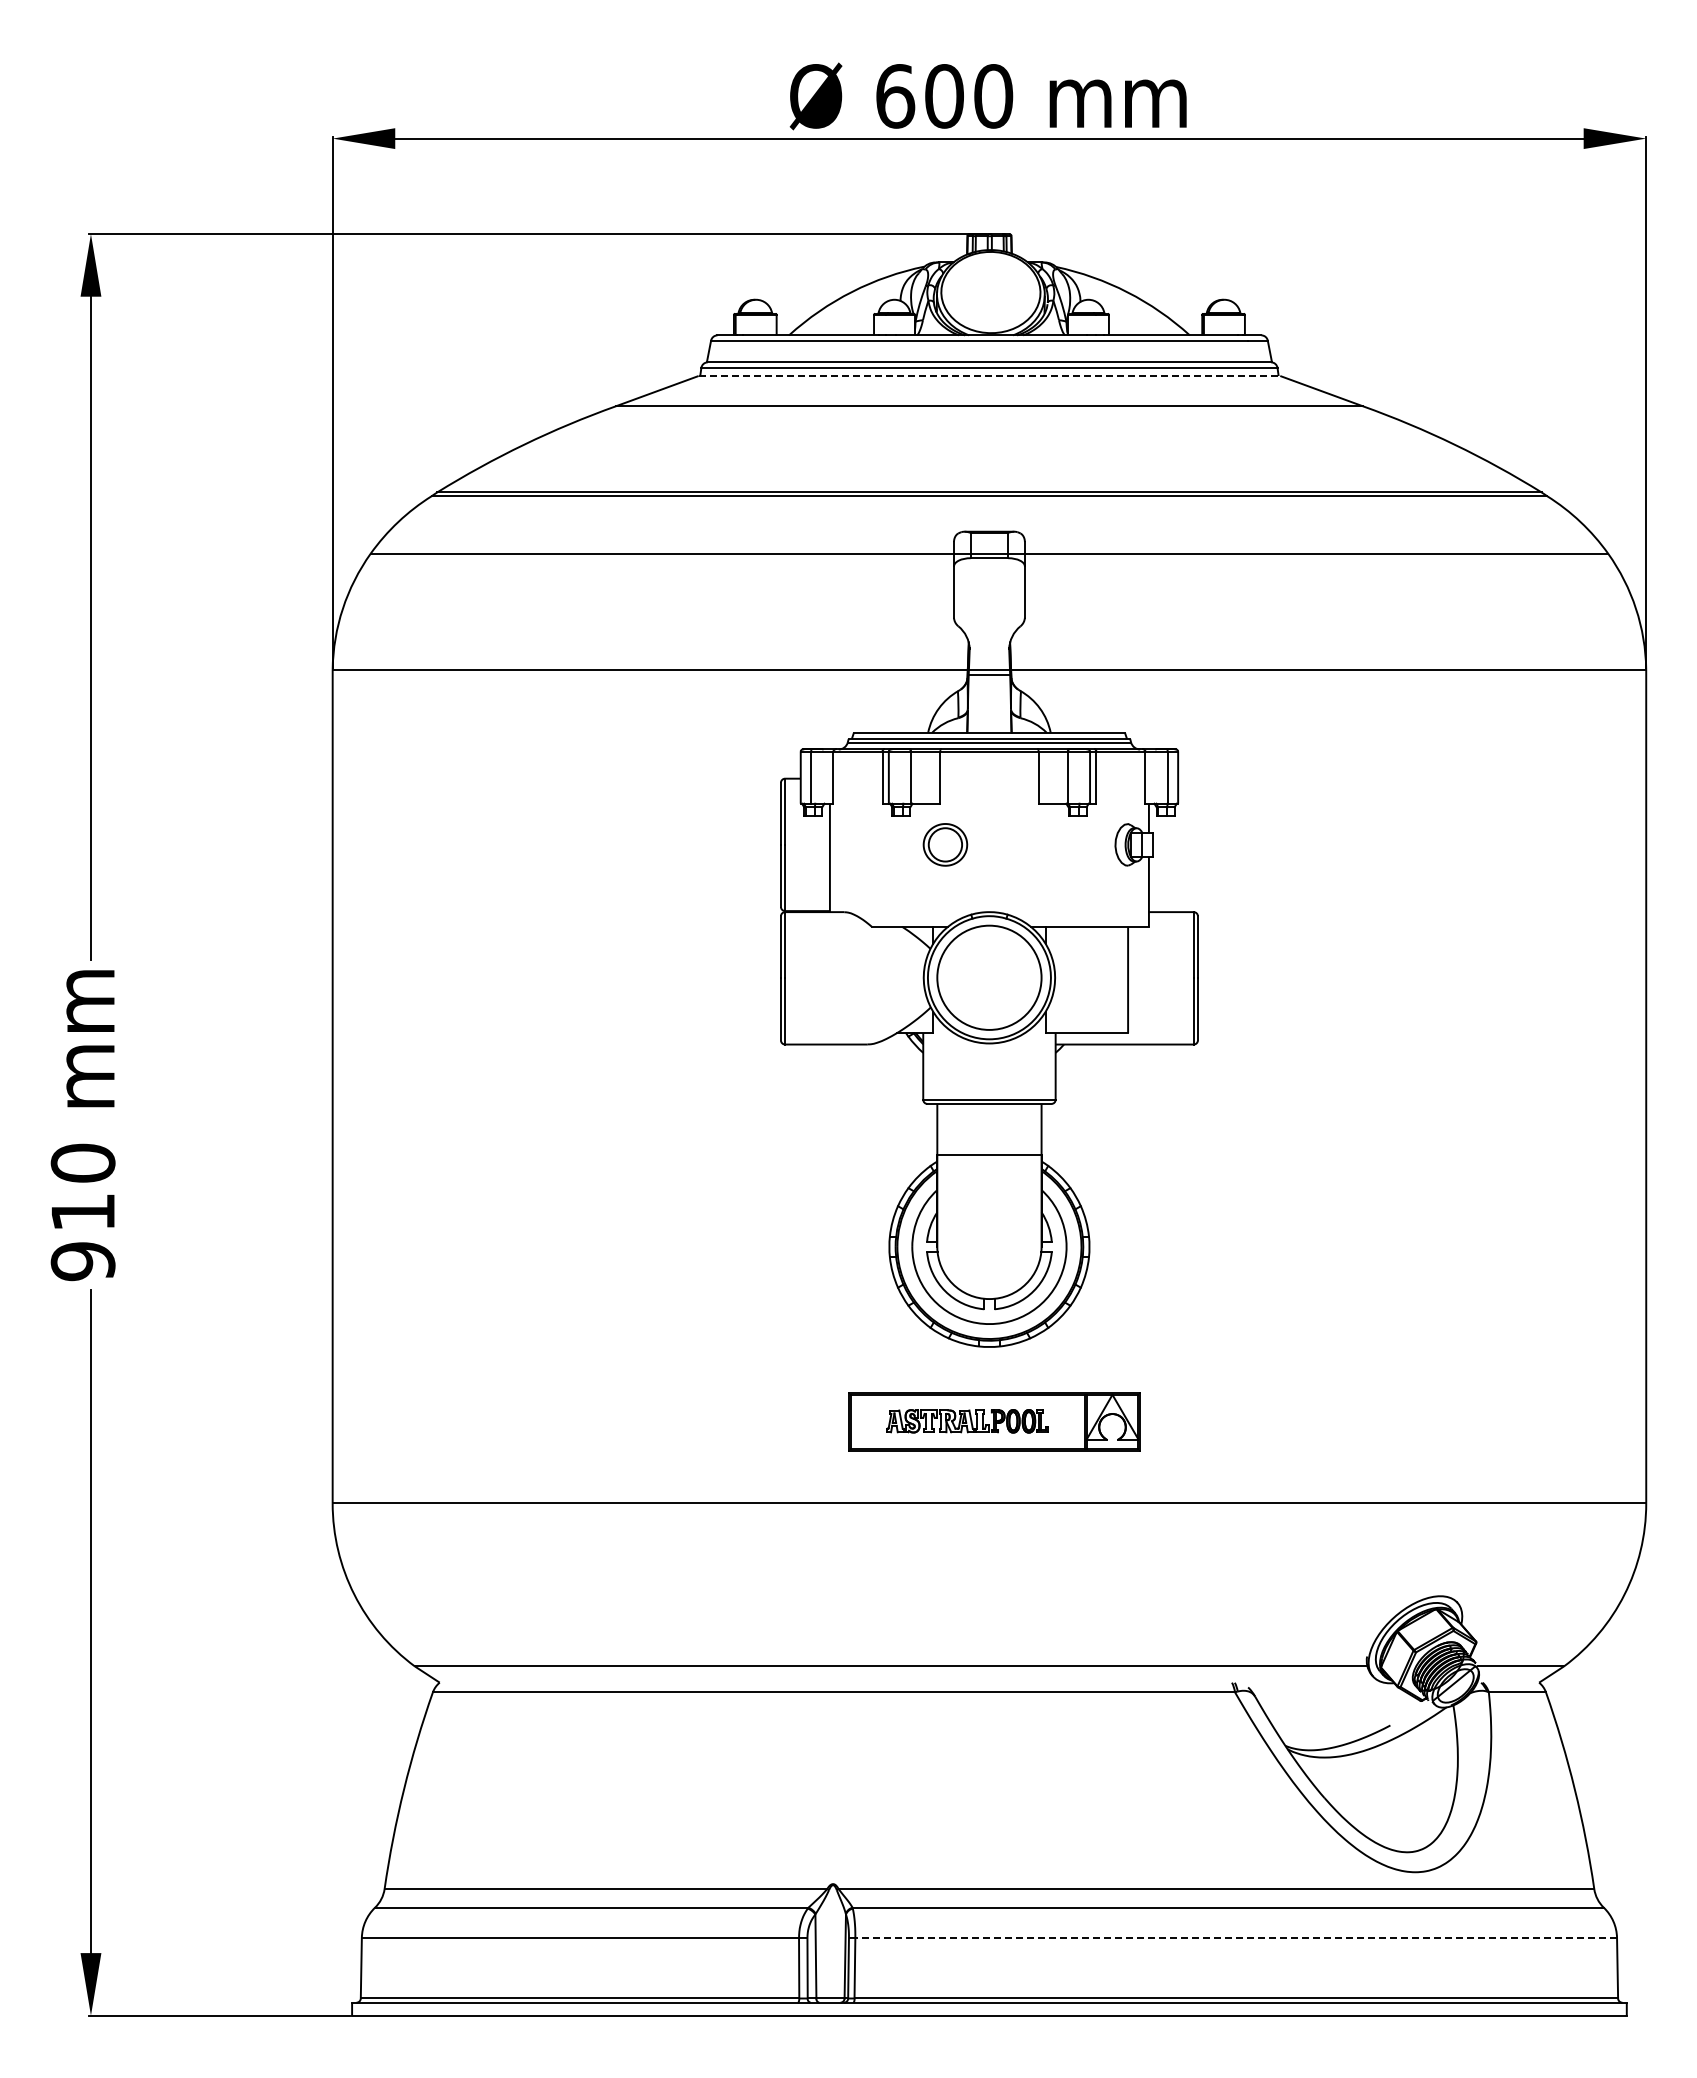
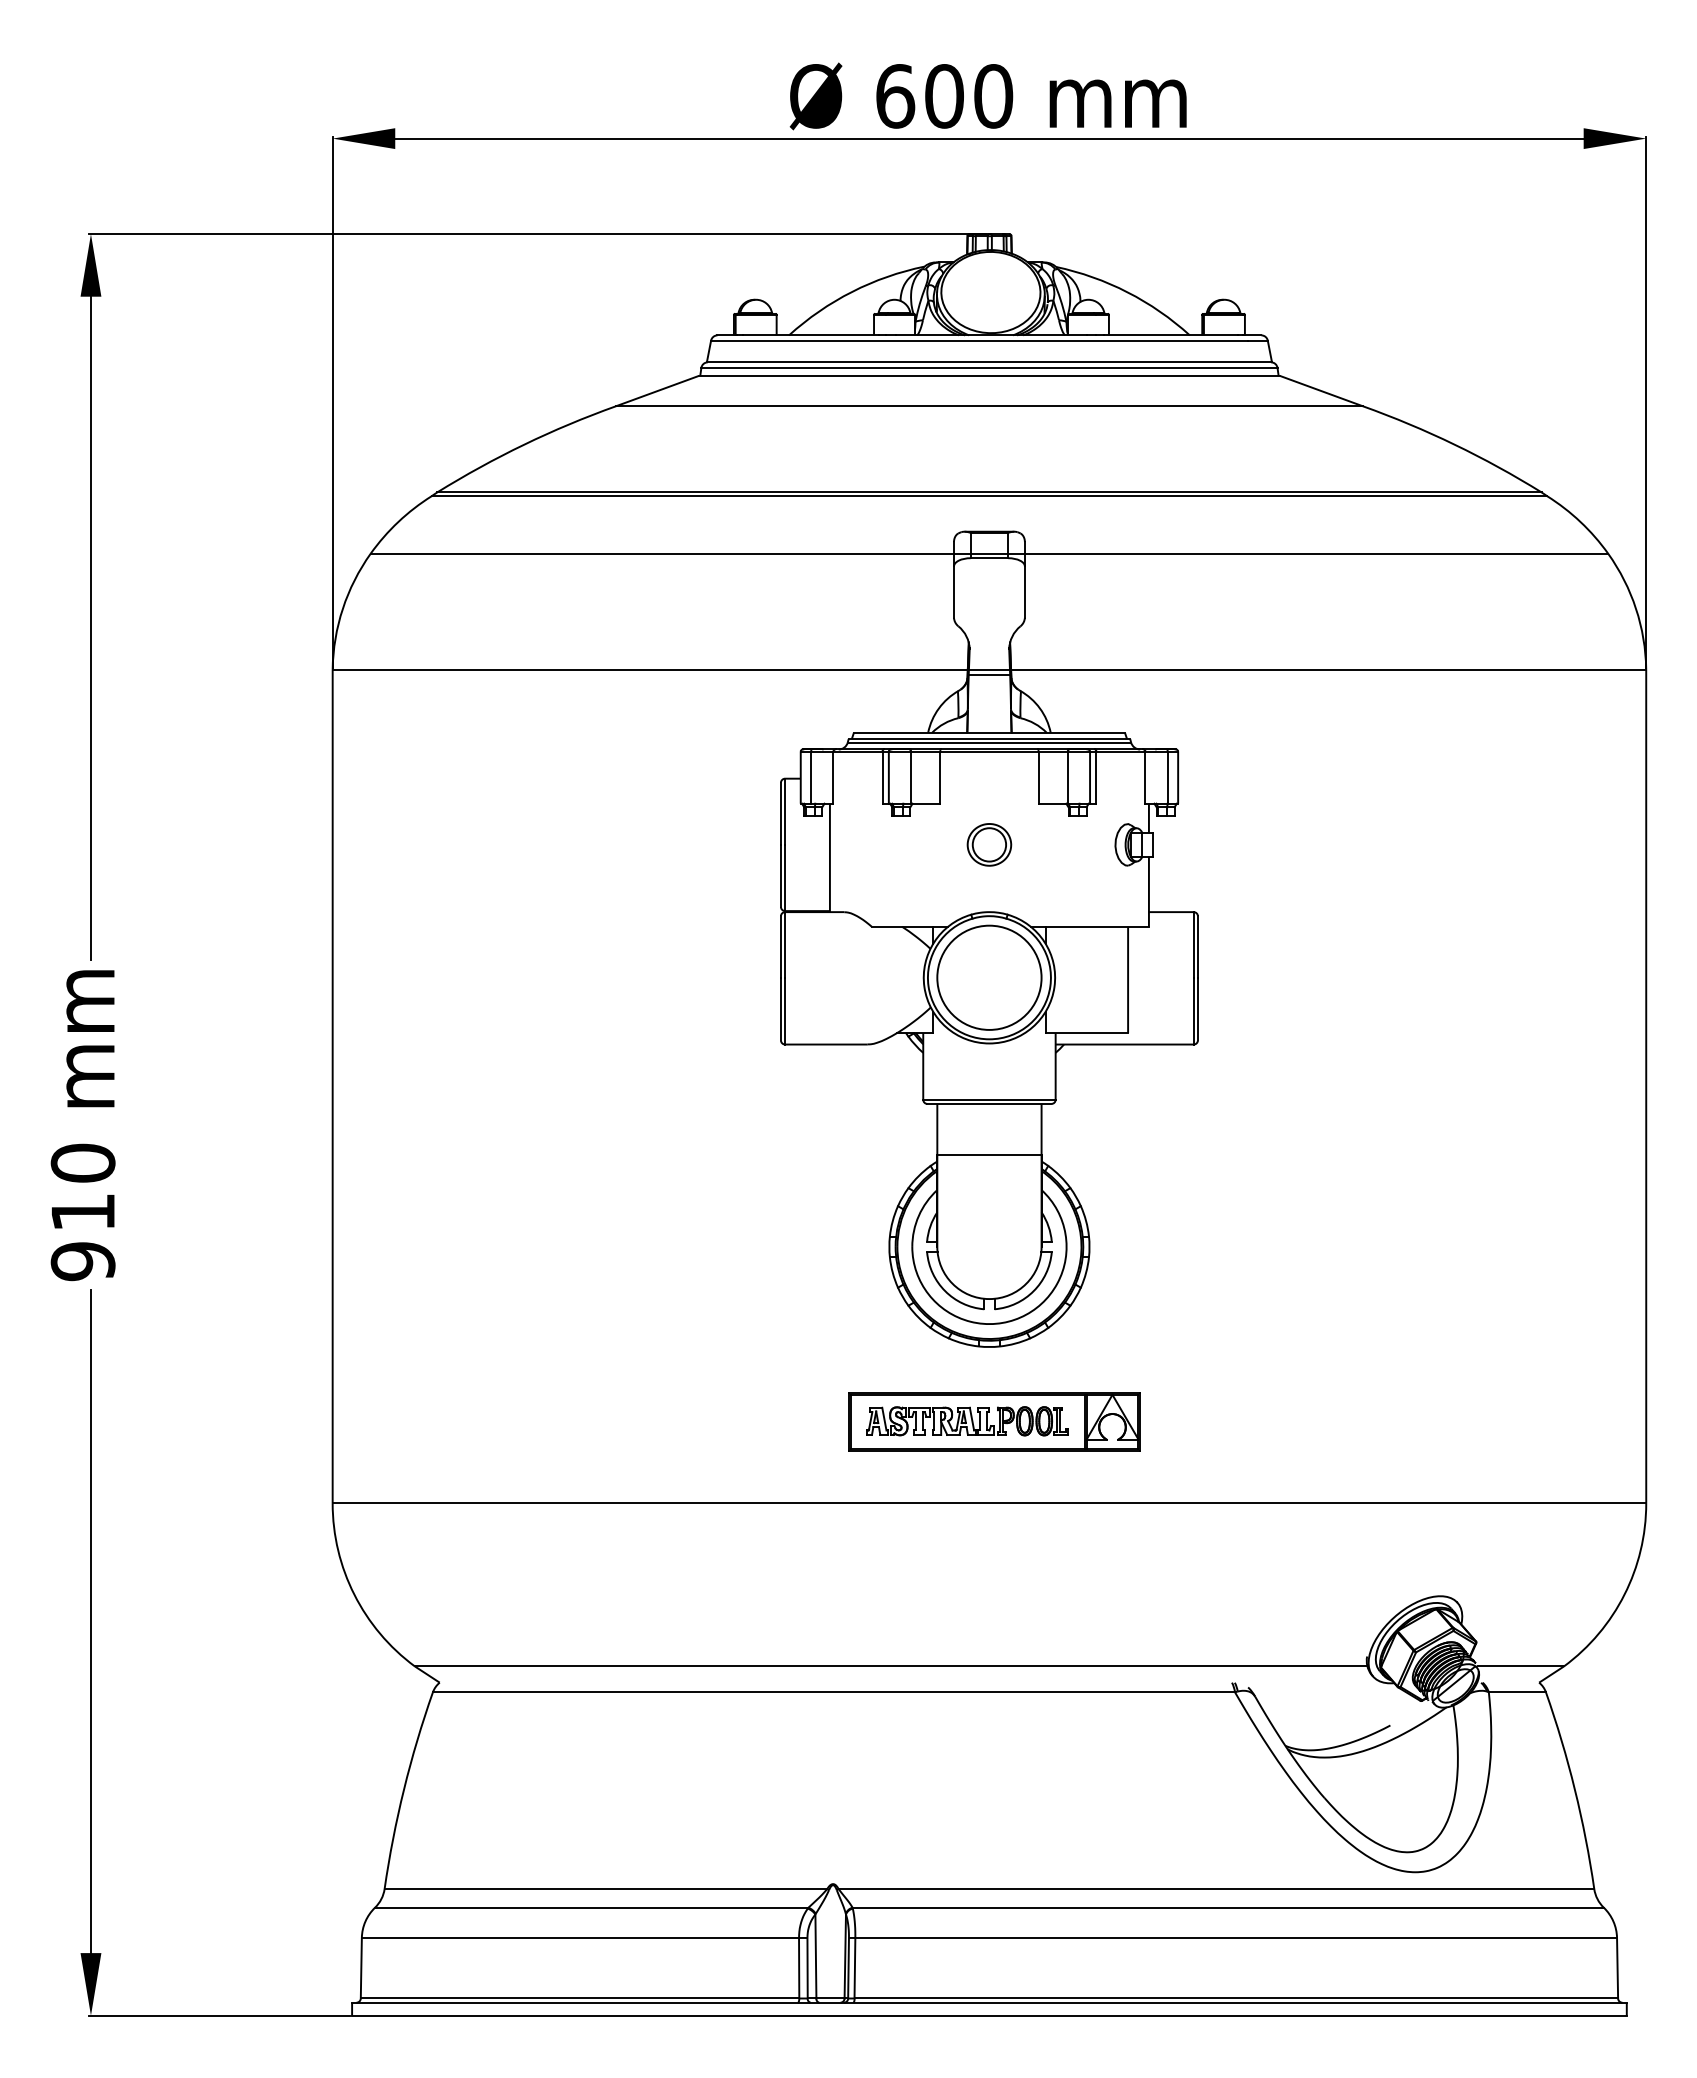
line at (989, 376): dashed -> solid
part at (945, 844) position: (945, 844) -> (989, 844)
part at (967, 1421) size: 163x25 px -> 203x31 px
line at (1236, 1938): dashed -> solid
